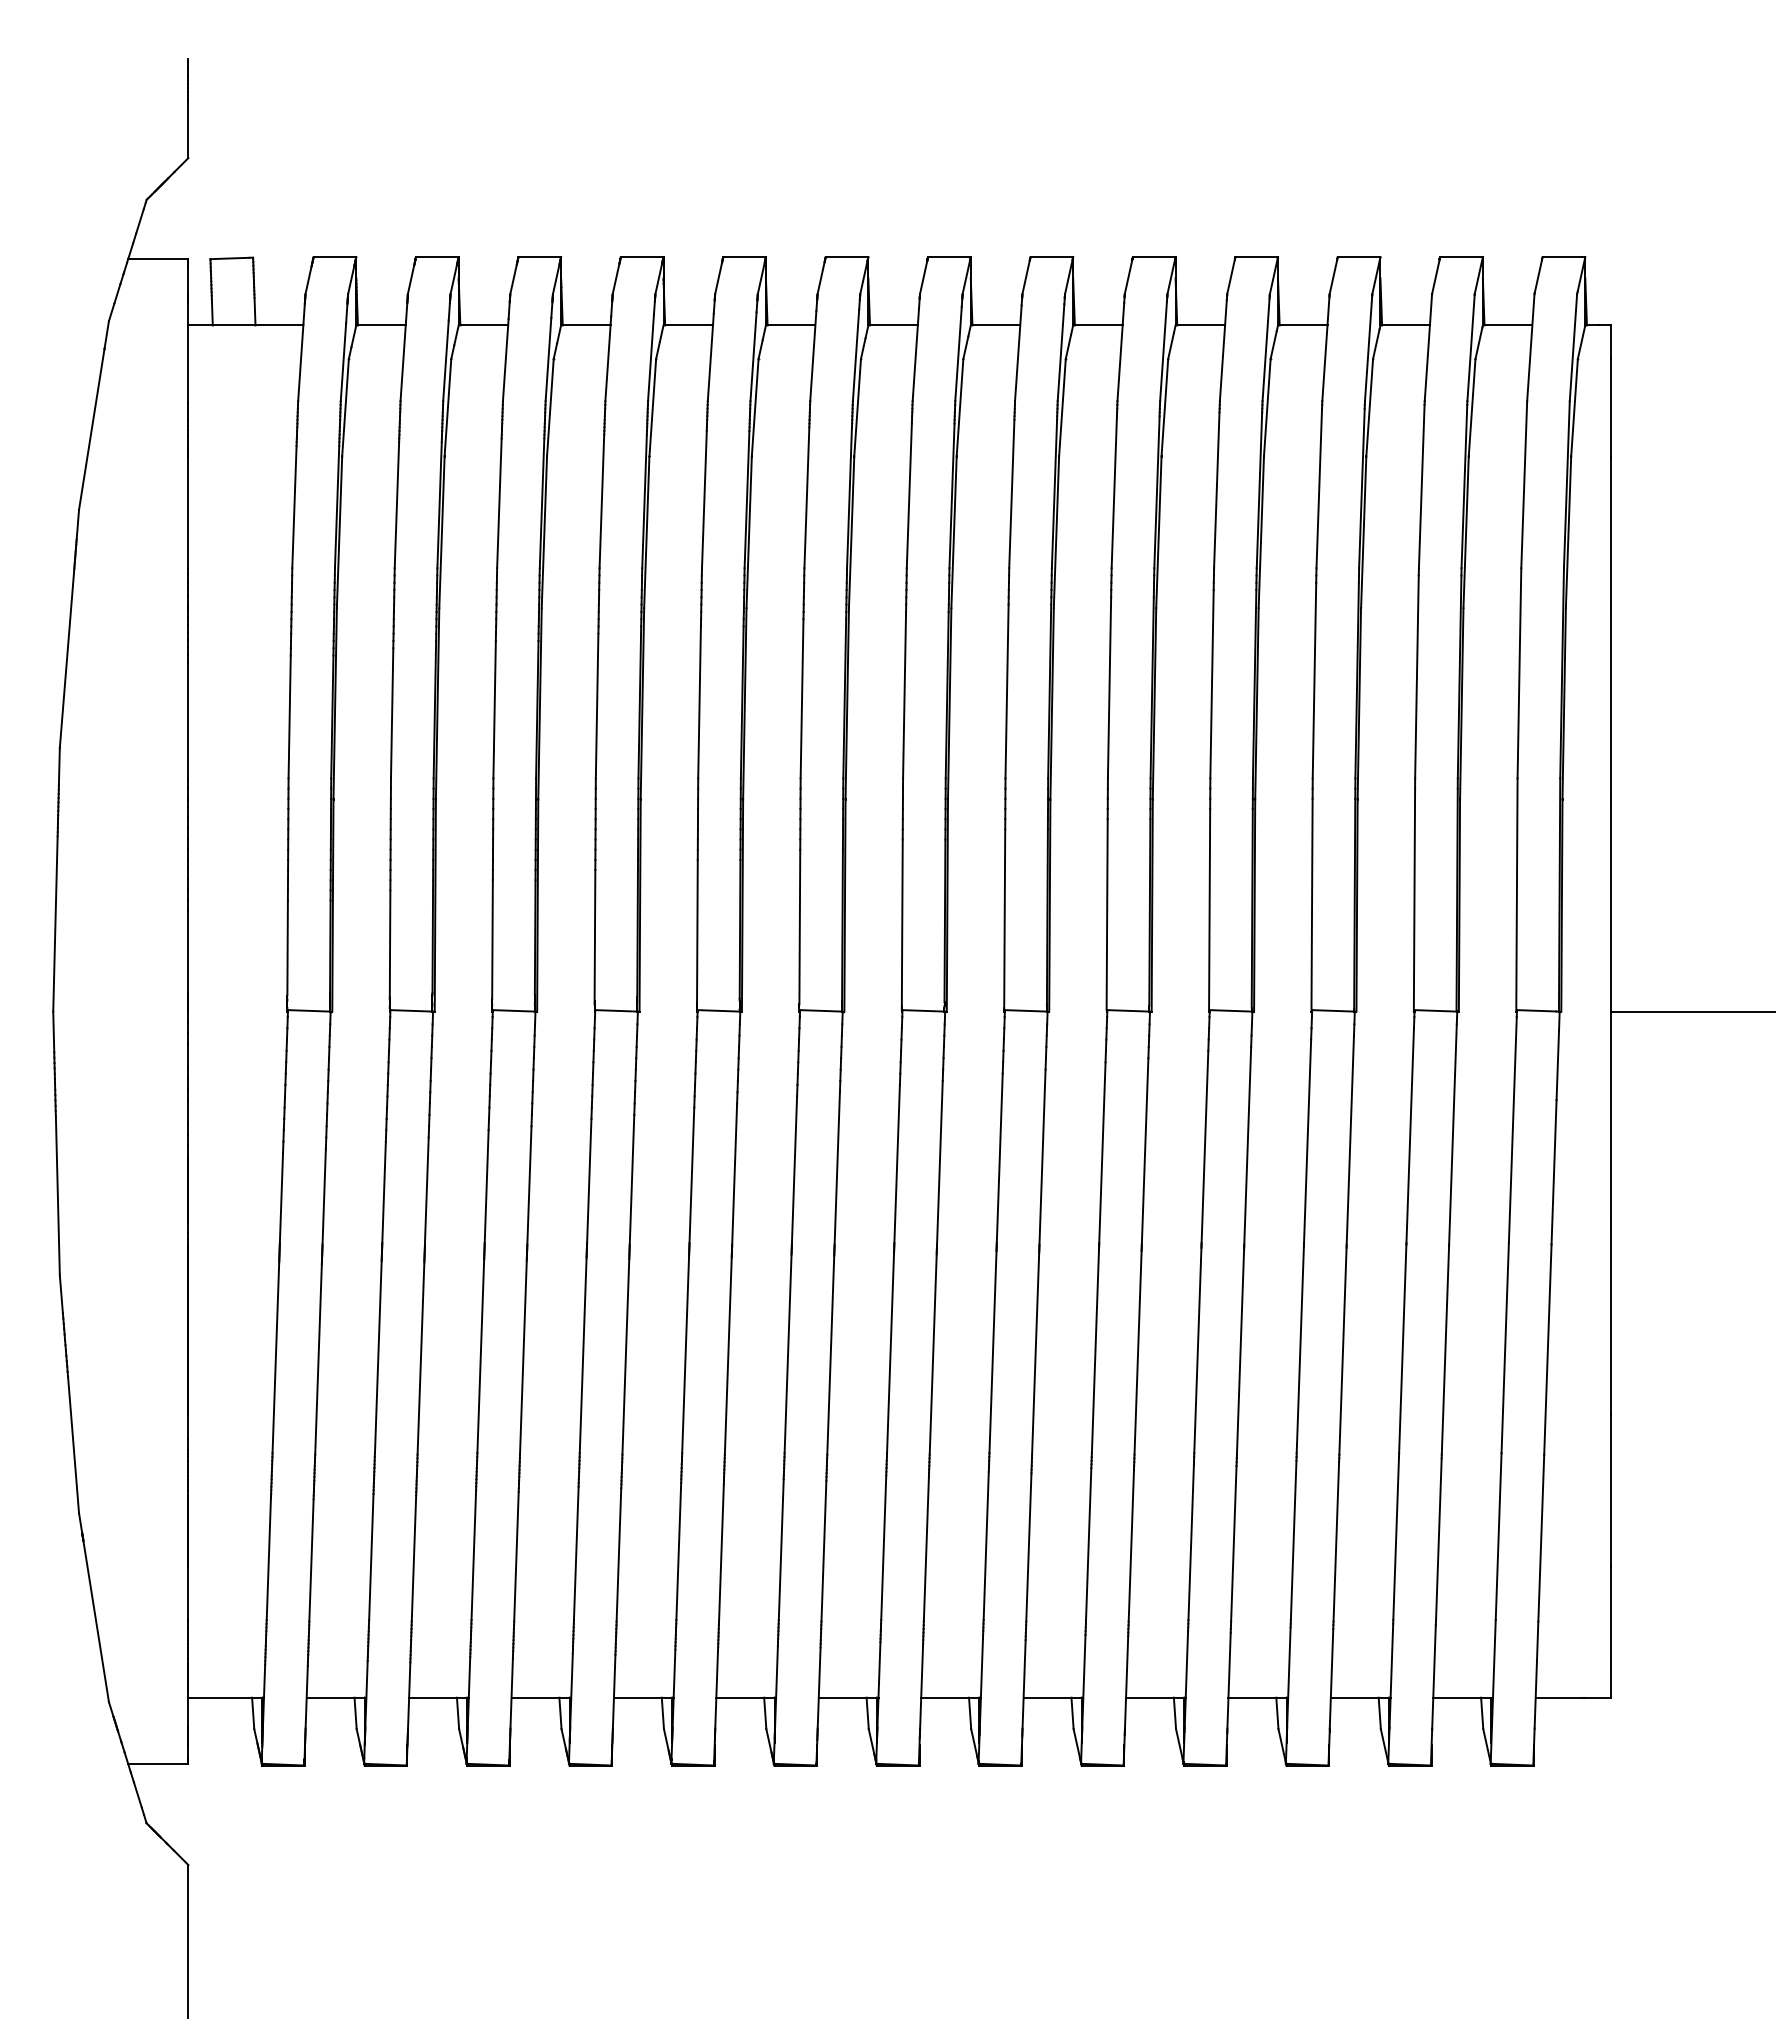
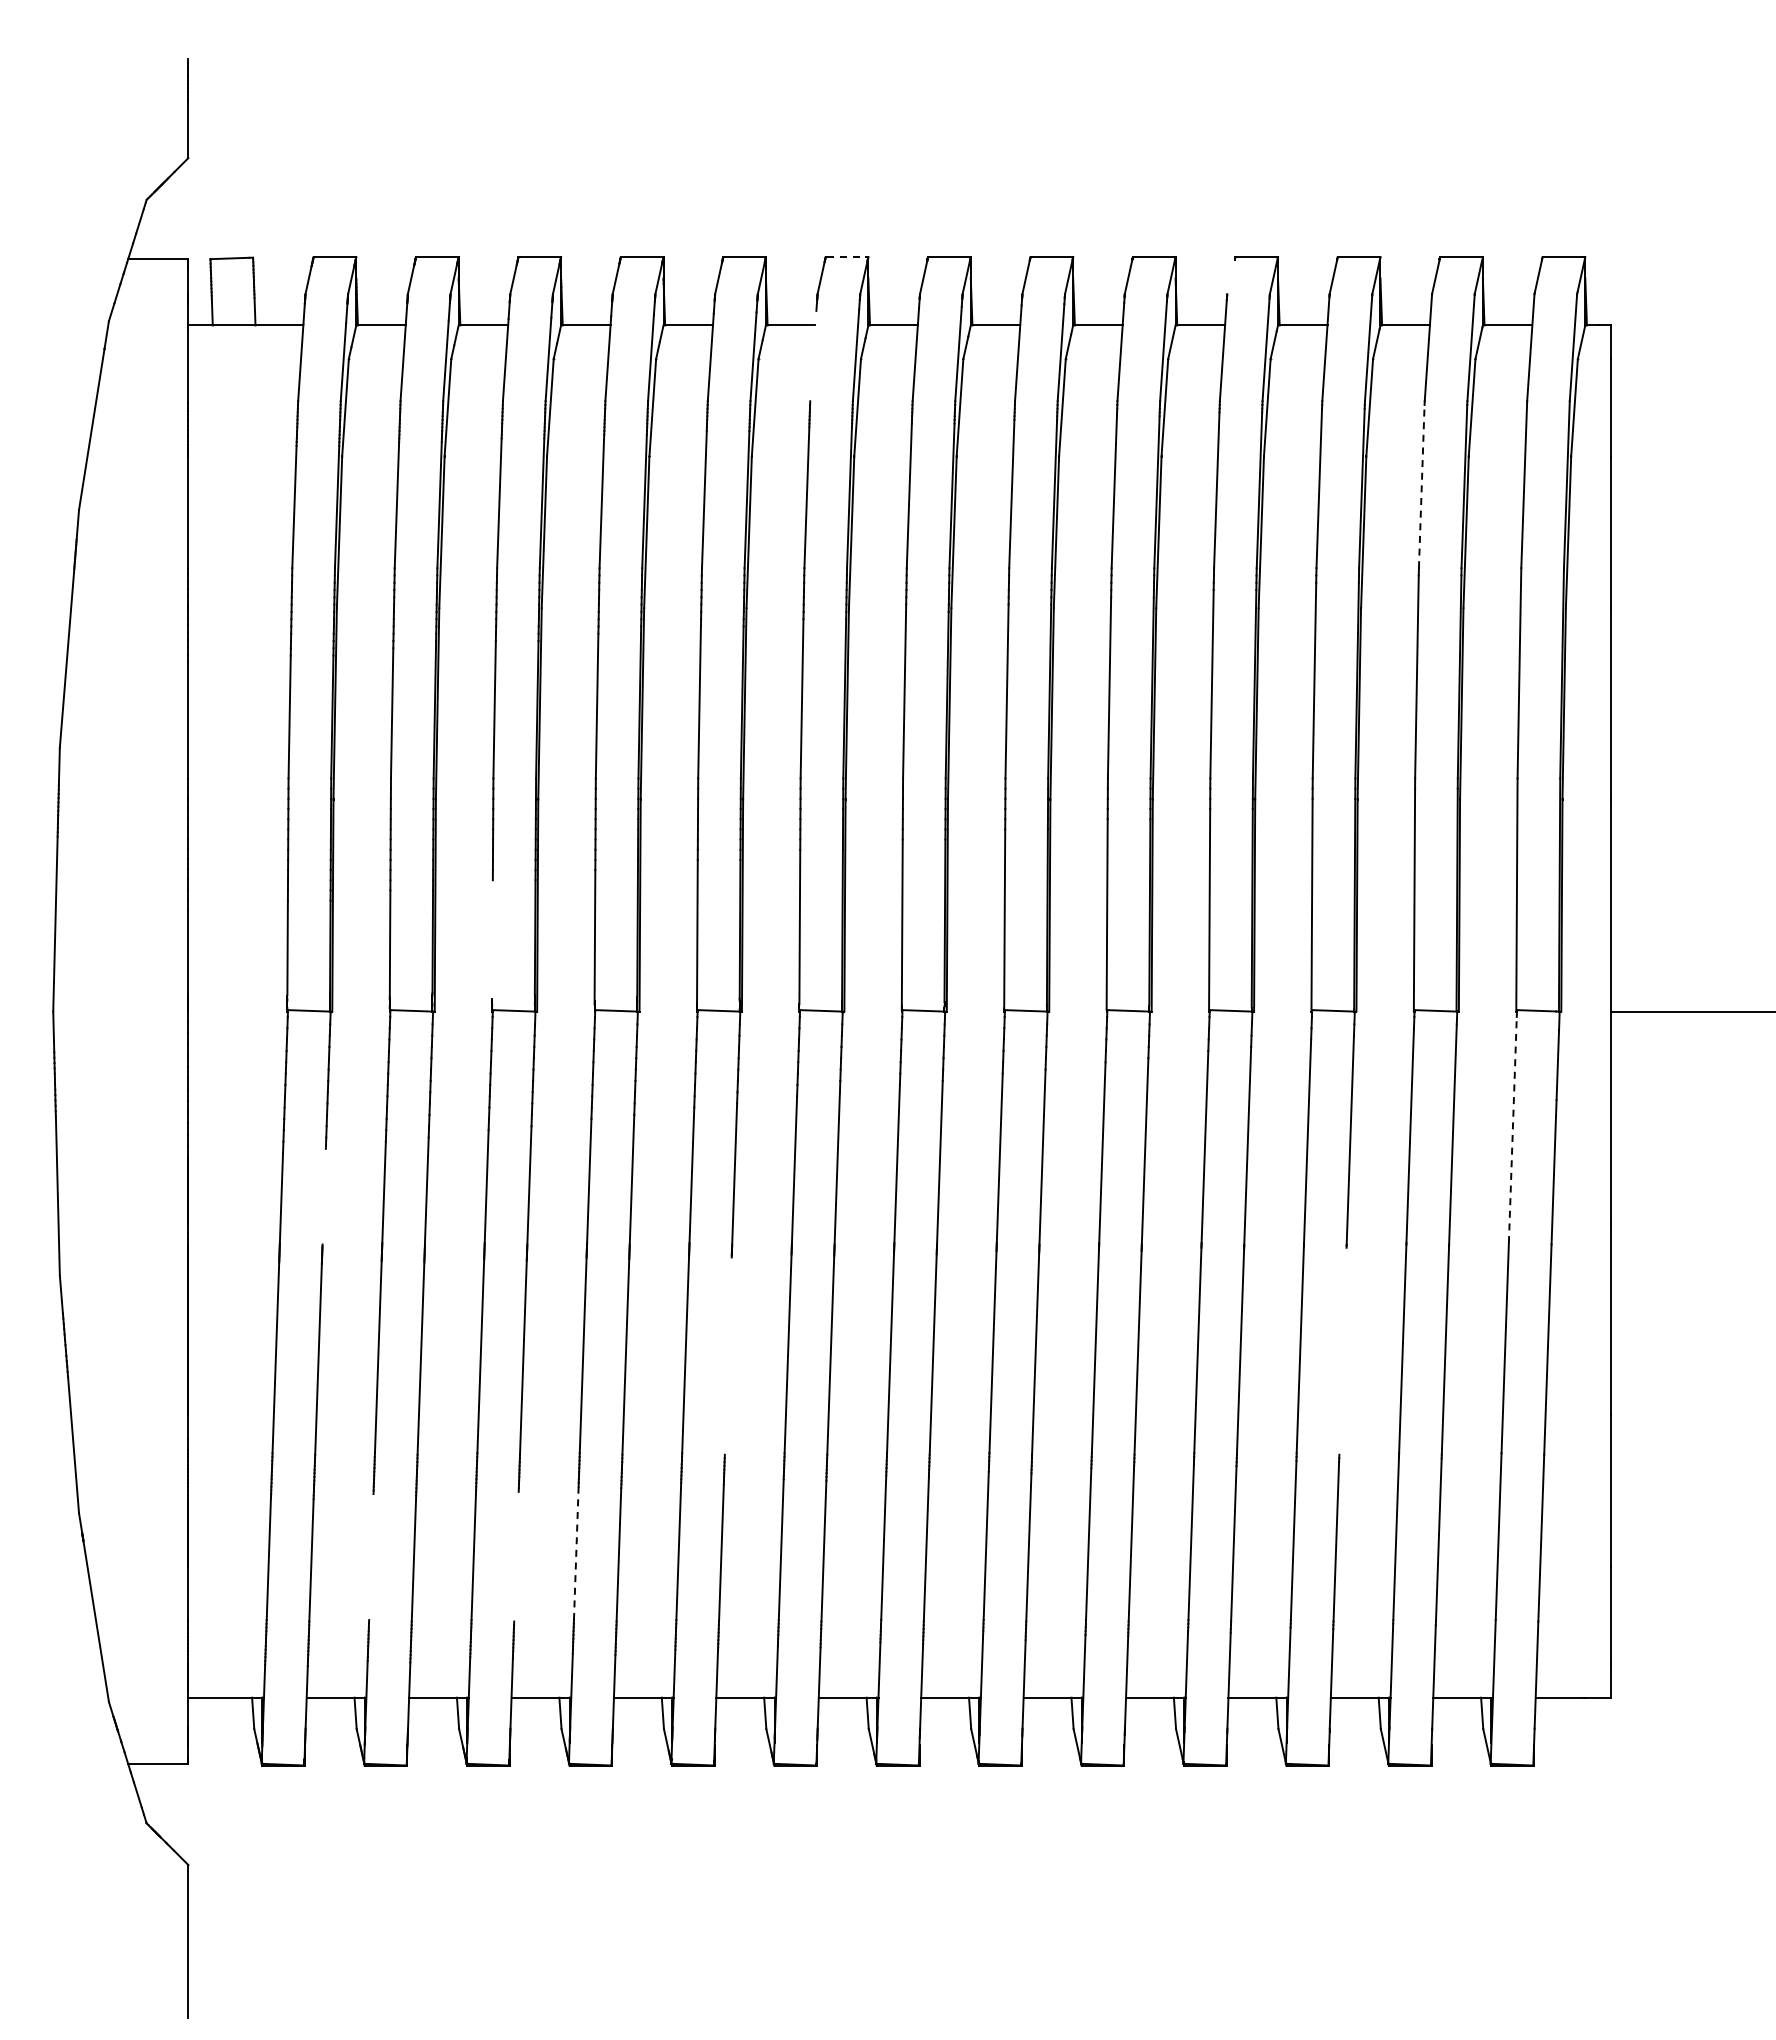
line at (847, 257): solid -> dashed
line at (1231, 276): present -> none
line at (813, 355): present -> none
line at (1421, 486): solid -> dashed
line at (492, 939): present -> none
line at (1512, 1129): solid -> dashed
line at (323, 1196): present -> none
line at (1342, 1350): present -> none
line at (727, 1355): present -> none
line at (576, 1553): solid -> dashed
line at (516, 1556): present -> none
line at (371, 1557): present -> none
